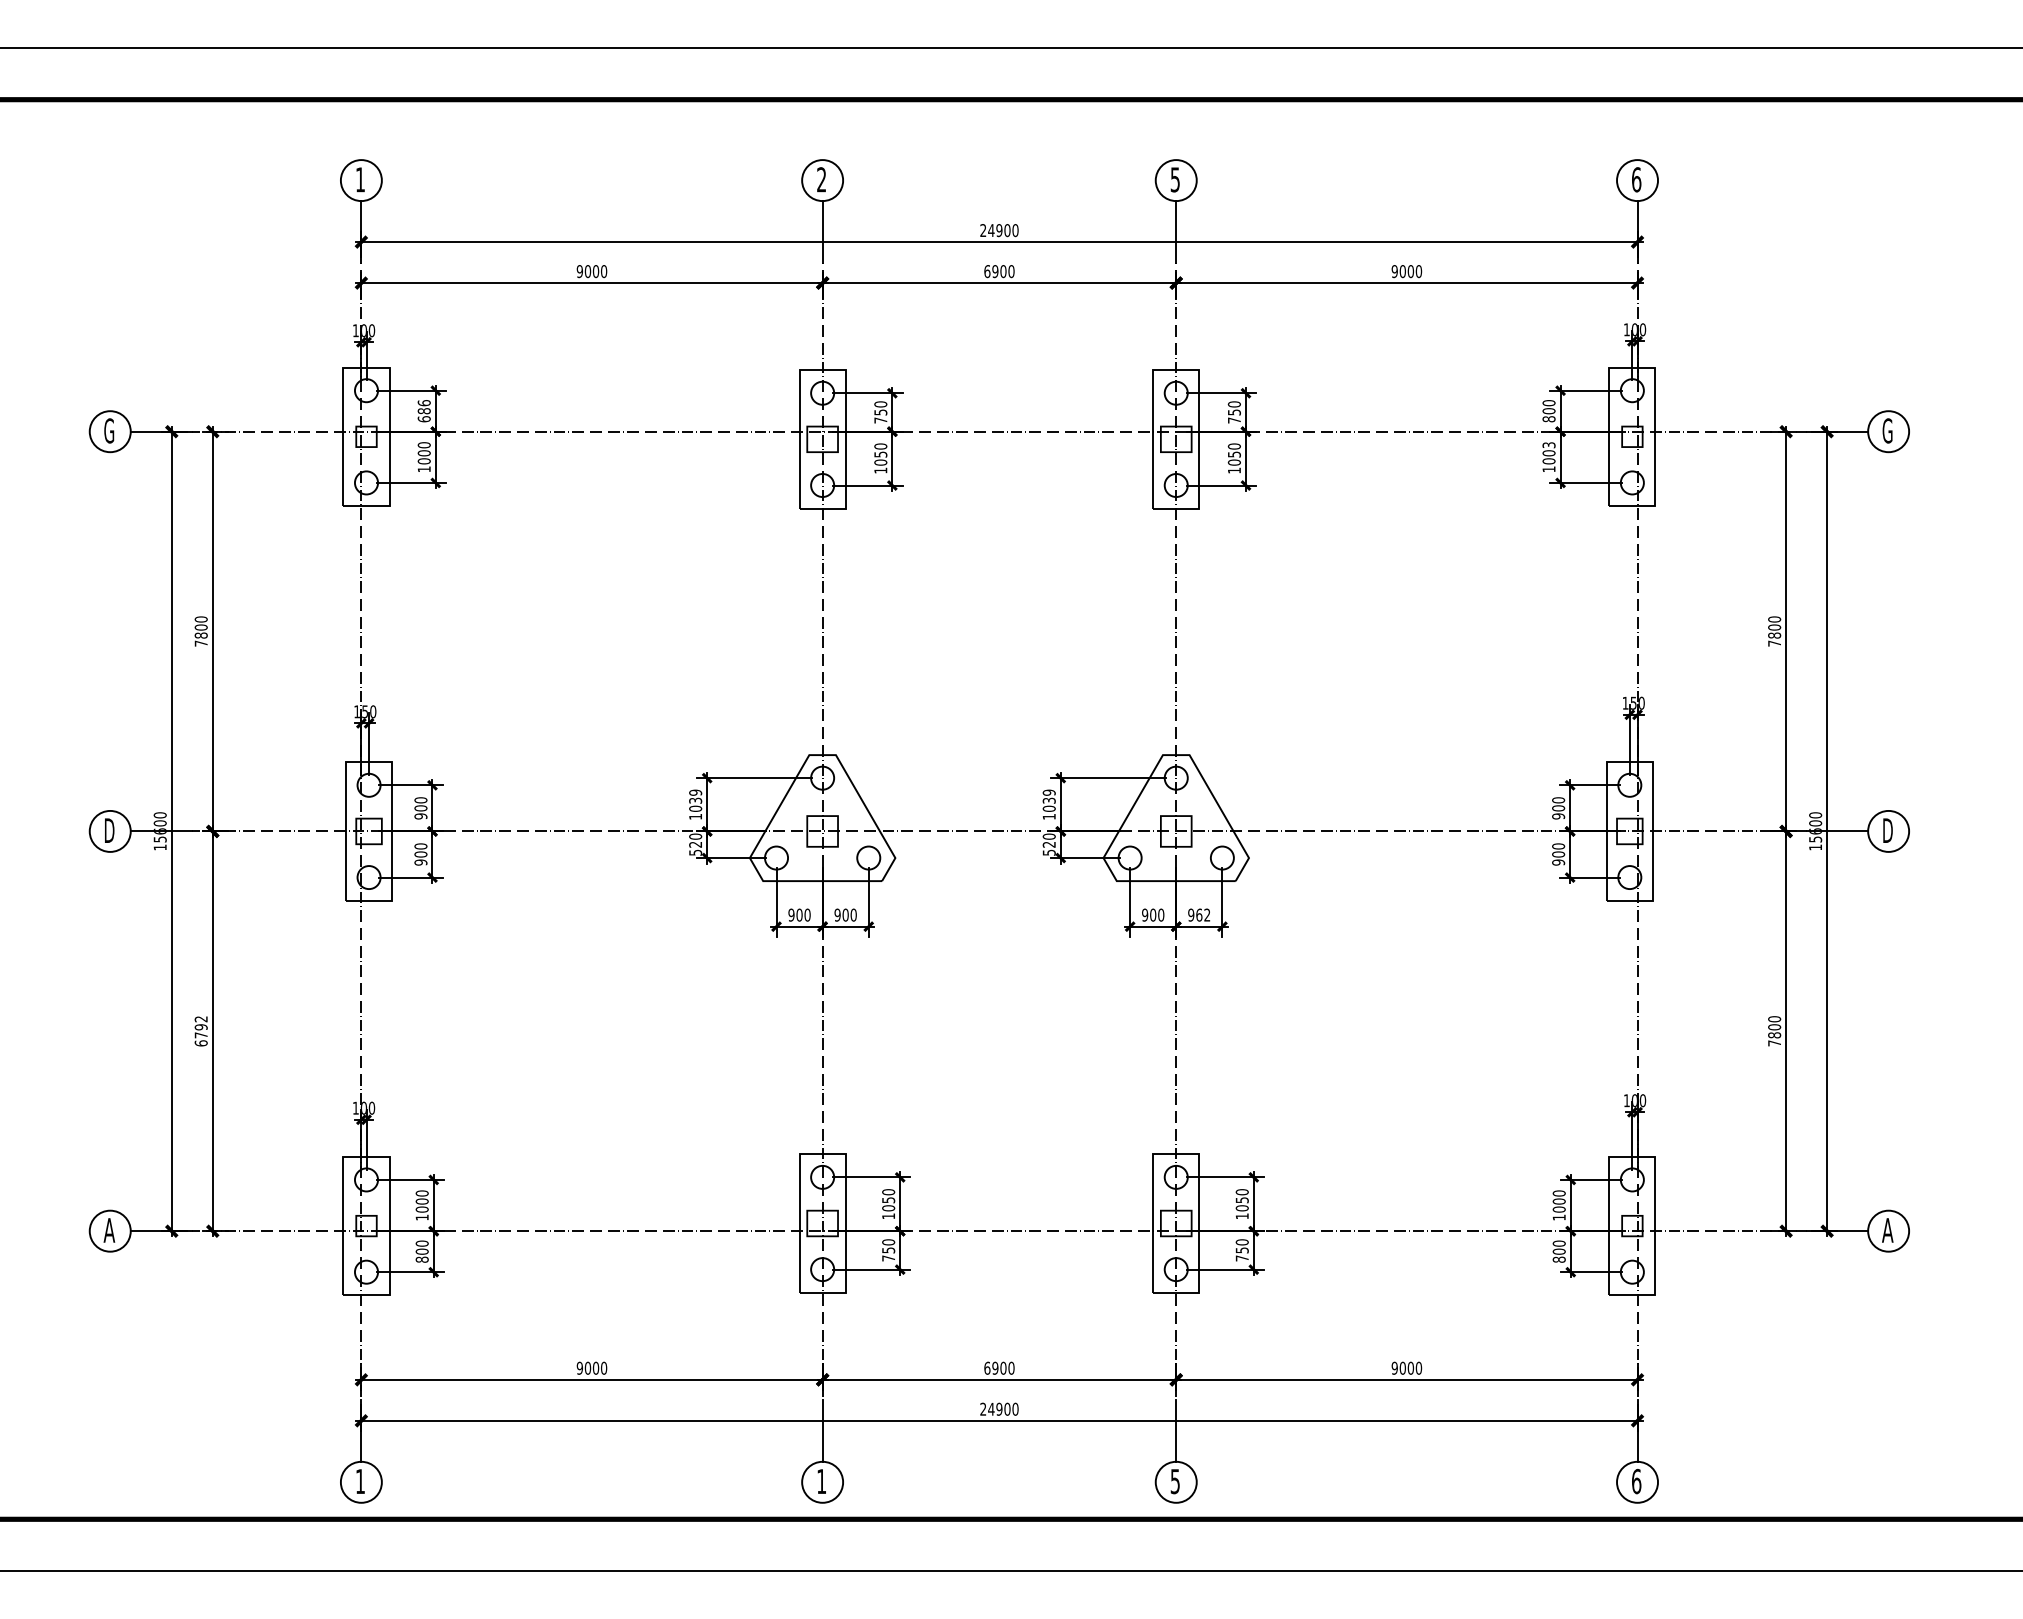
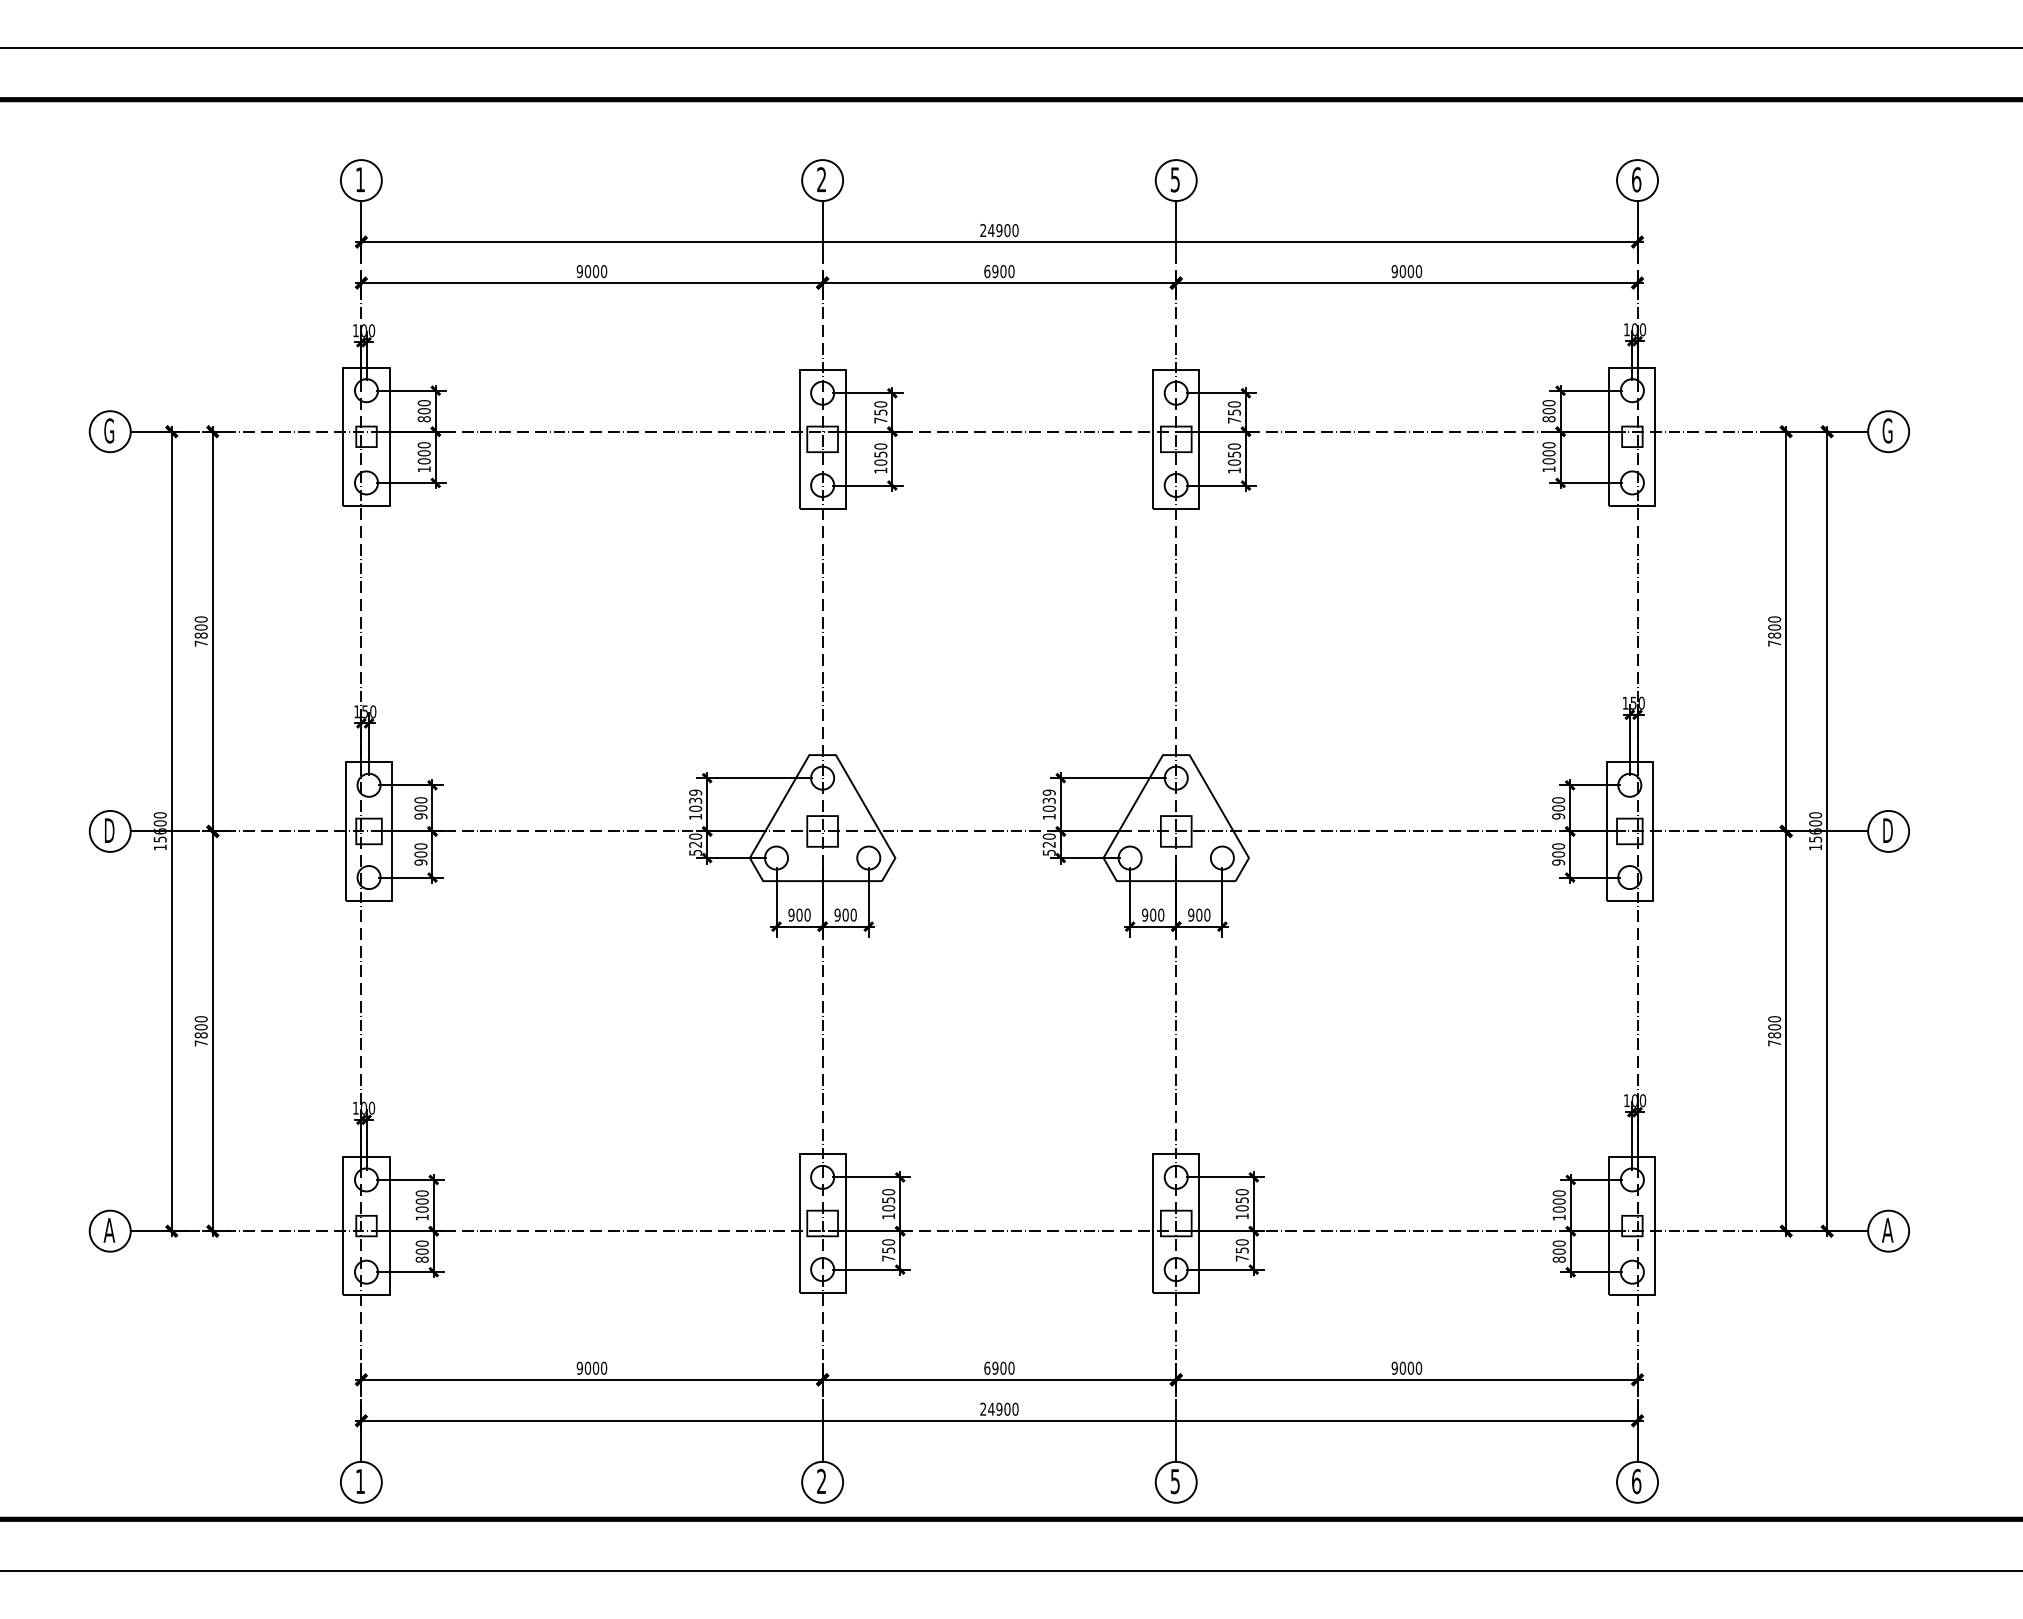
text at (423, 411): 686 -> 800
text at (1548, 445): 1003 -> 1000
text at (1203, 914): 962 -> 900
text at (200, 1031): 6792 -> 7800
text at (821, 1480): 1 -> 2
